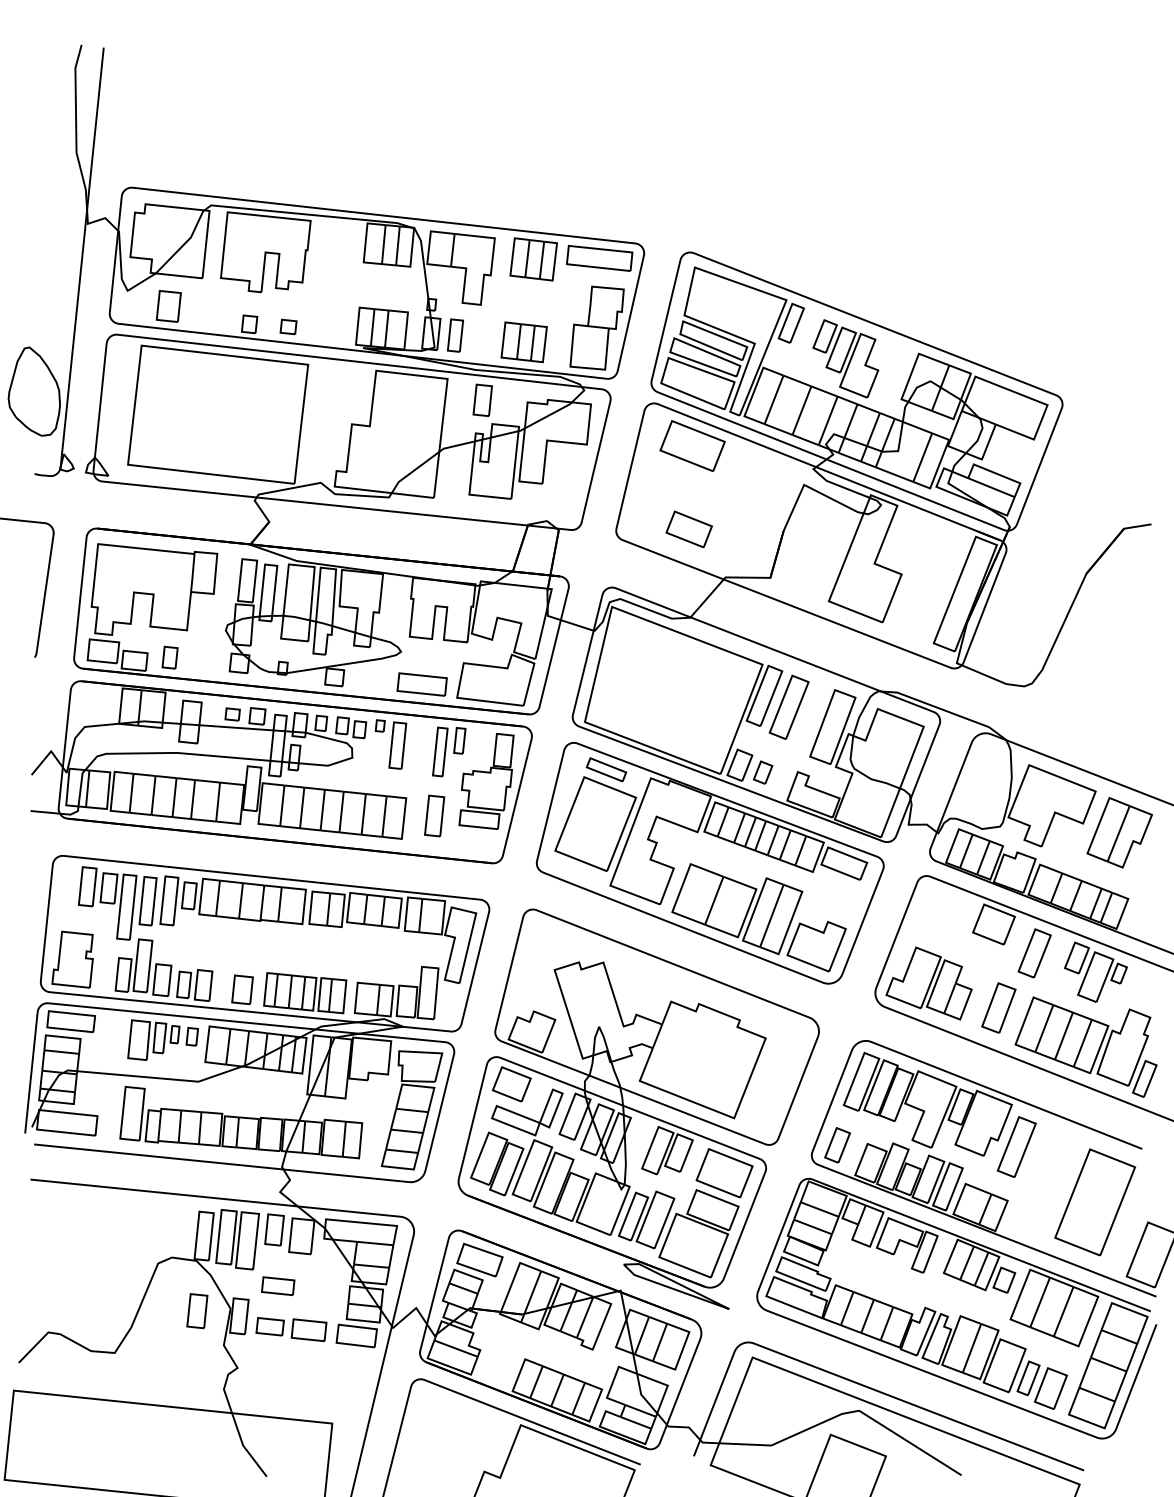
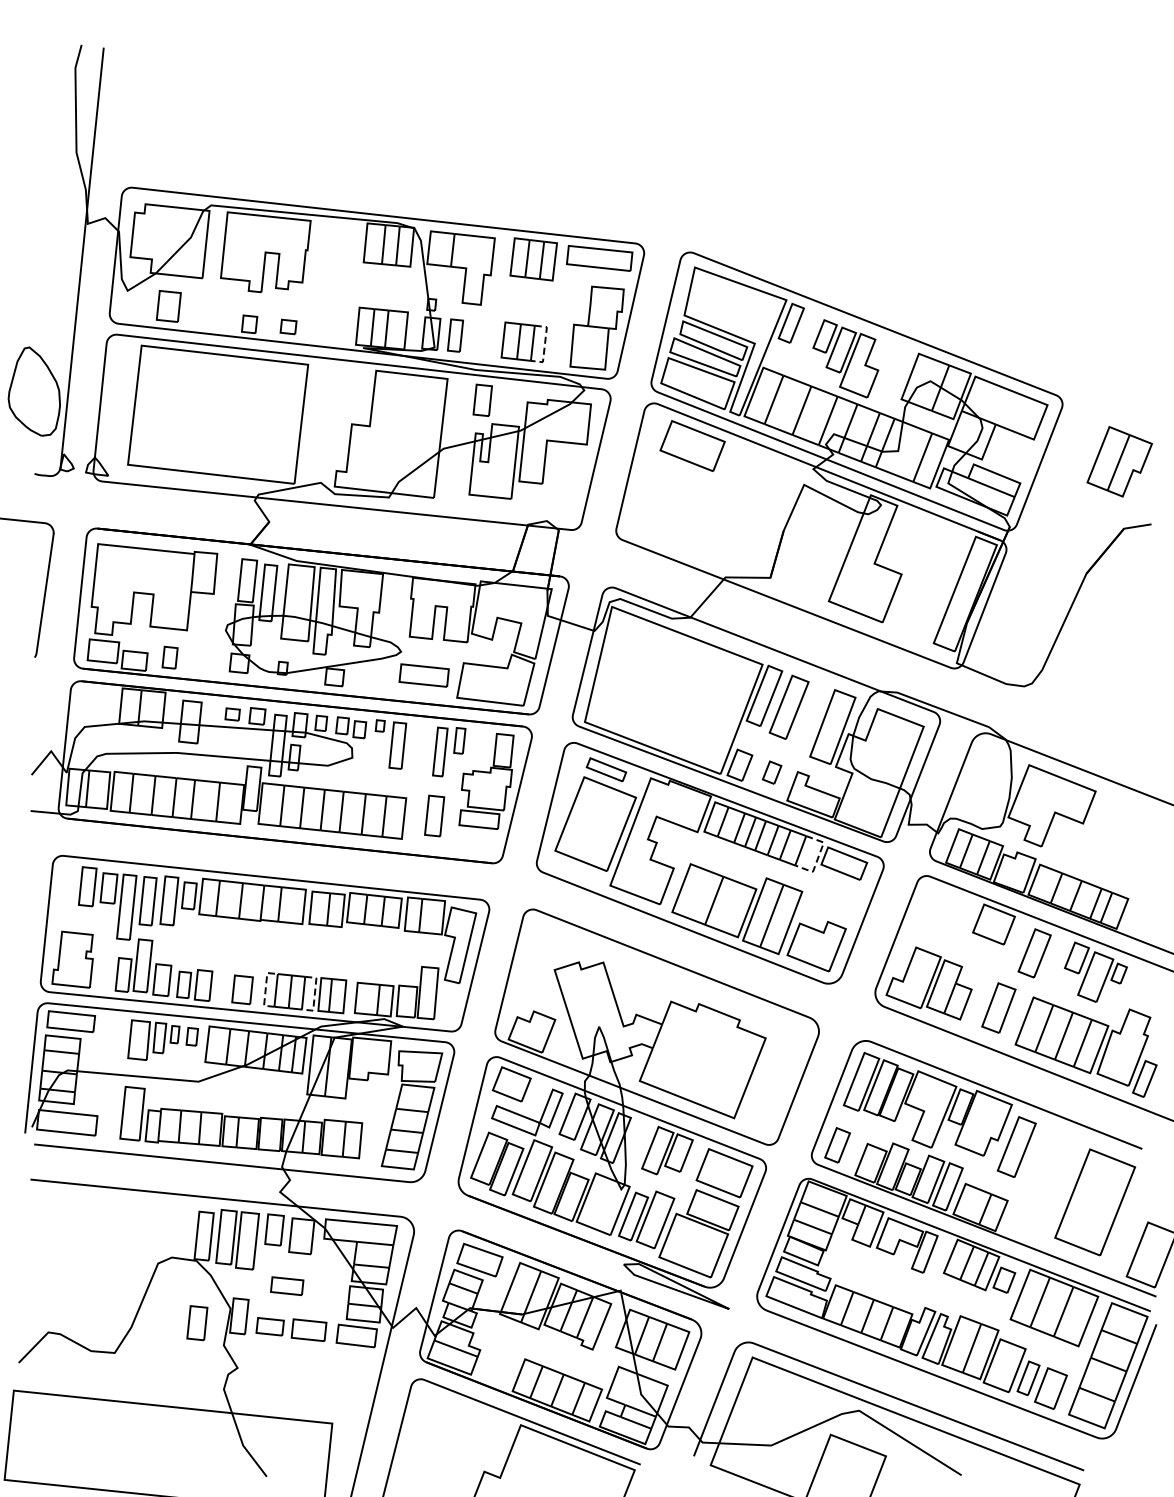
line at (544, 344): solid -> dashed
part at (688, 529): present -> none
part at (421, 684) position: (421, 684) -> (423, 675)
part at (762, 772) position: (762, 772) -> (771, 772)
part at (1119, 832) position: (1119, 832) -> (1119, 461)
line at (818, 857): solid -> dashed
line at (265, 988): solid -> dashed
line at (314, 994): solid -> dashed
part at (278, 1286) position: (278, 1286) -> (287, 1286)
part at (197, 1311) position: (197, 1311) -> (197, 1323)
